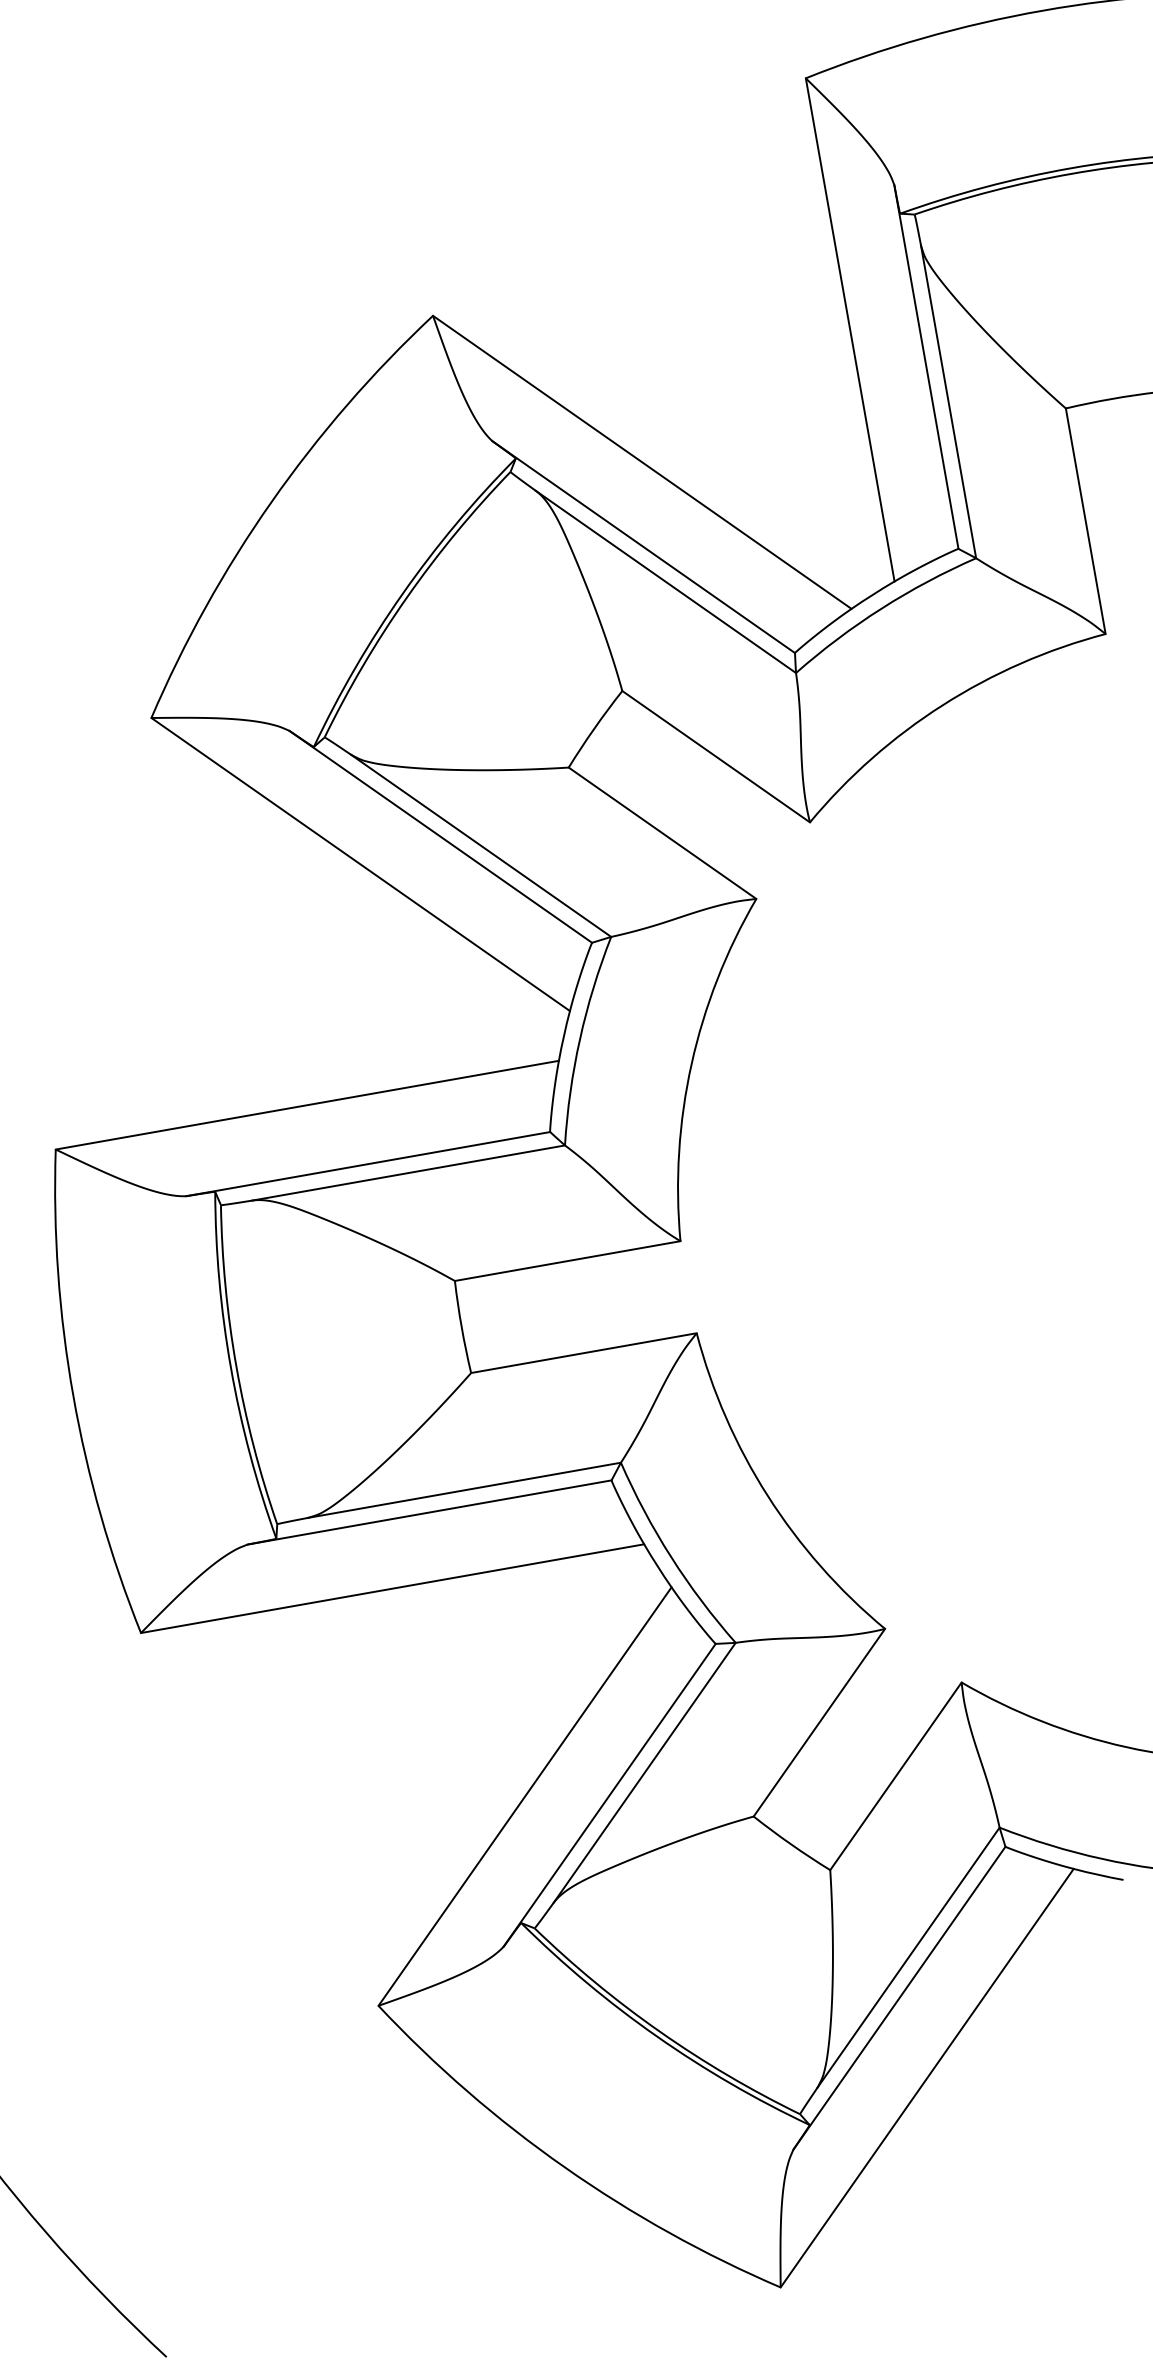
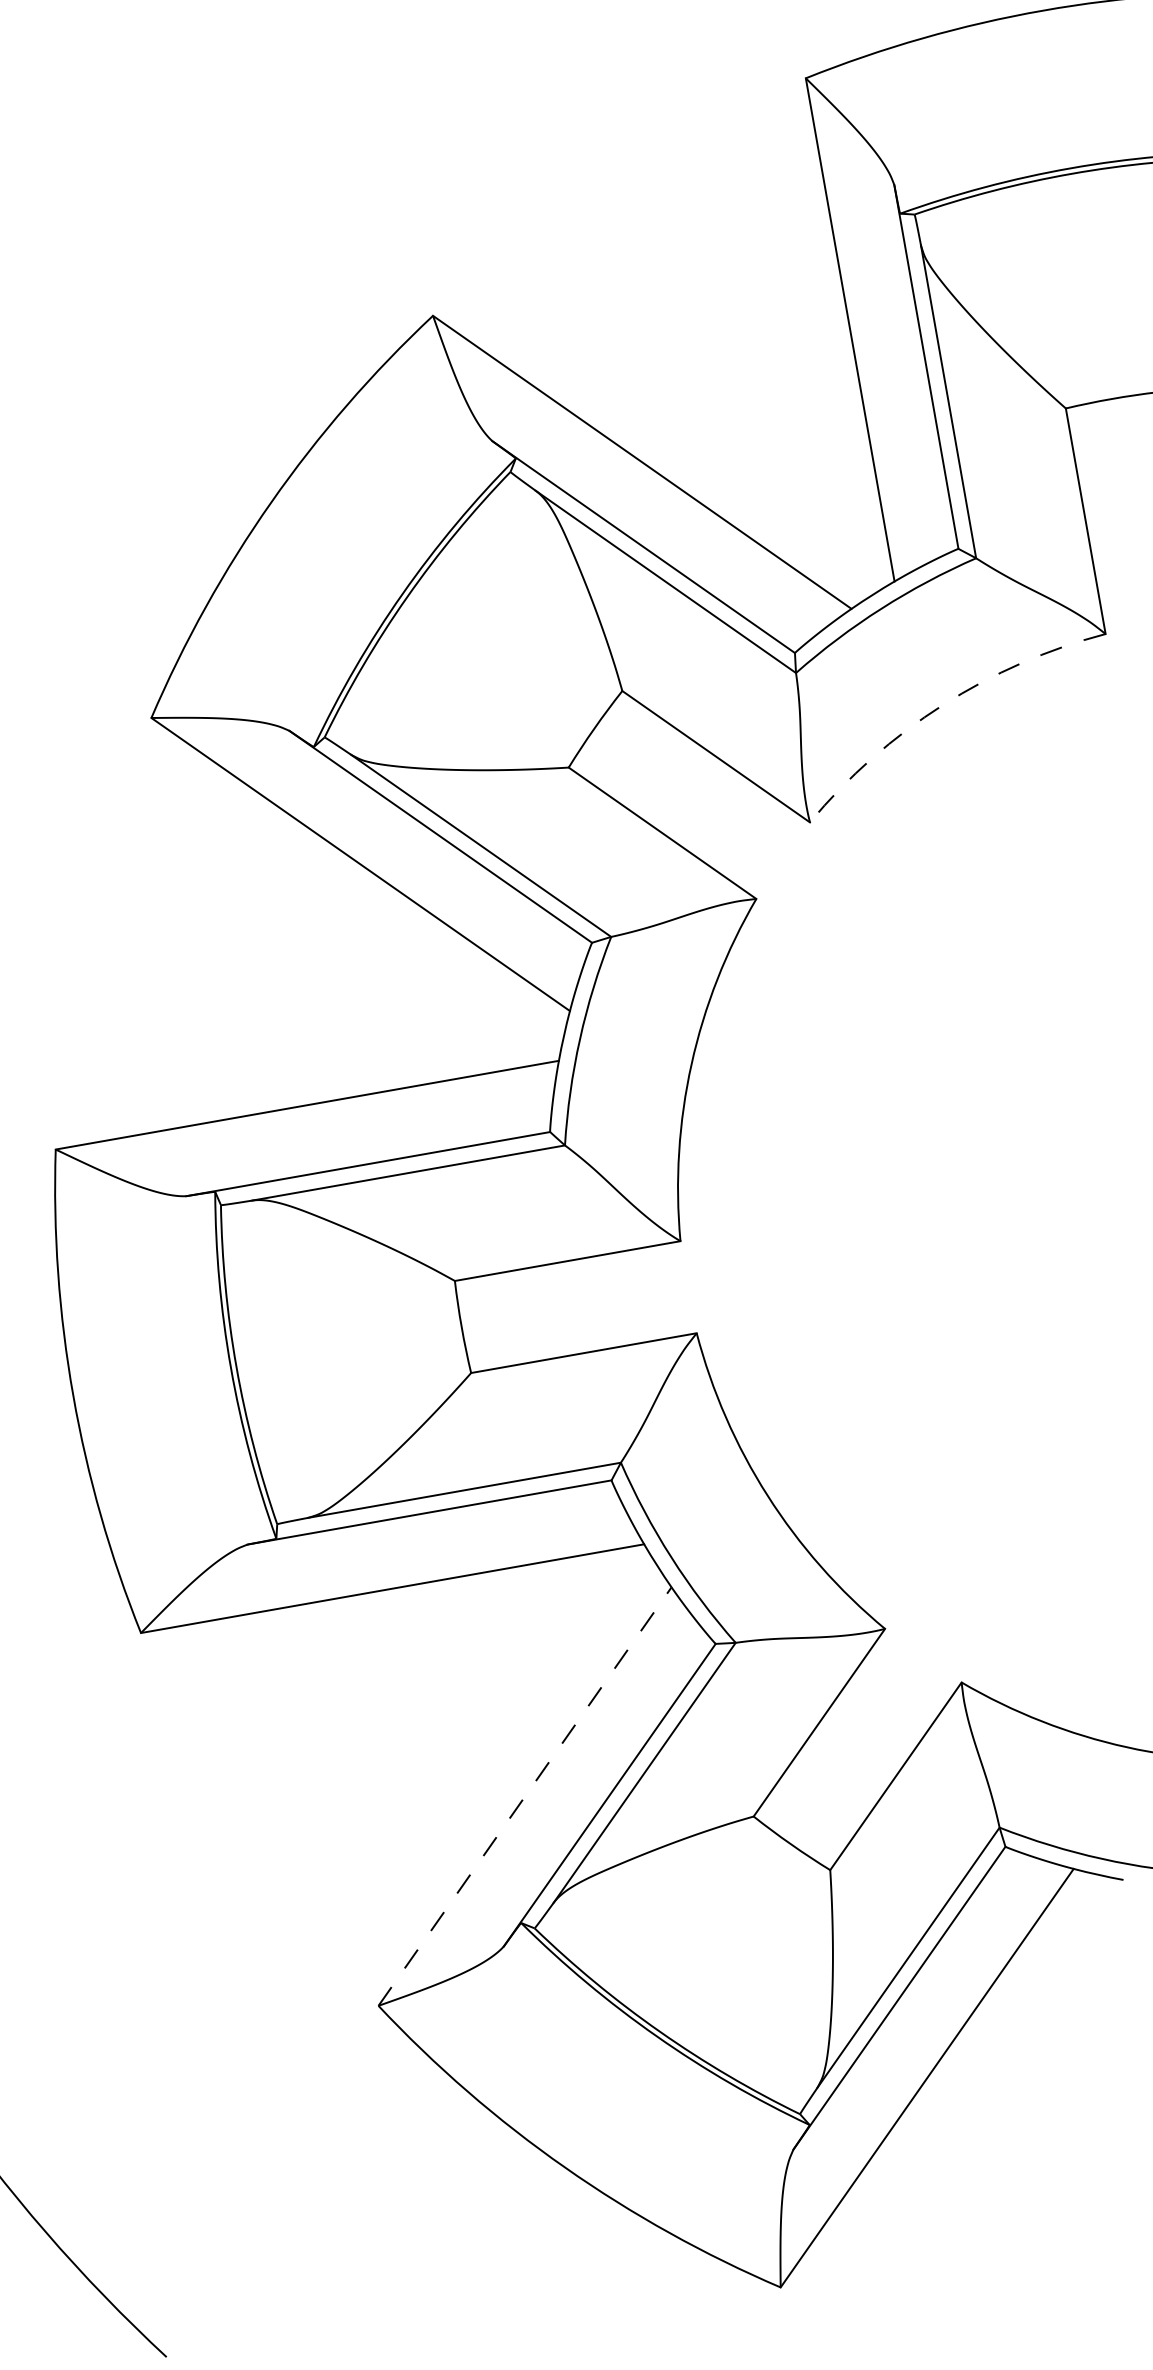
arc at (943, 705): solid -> dashed
line at (525, 1796): solid -> dashed
